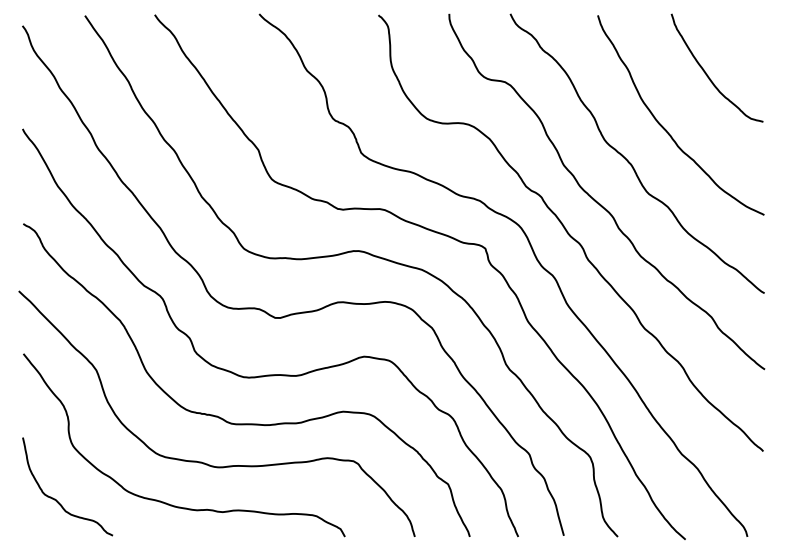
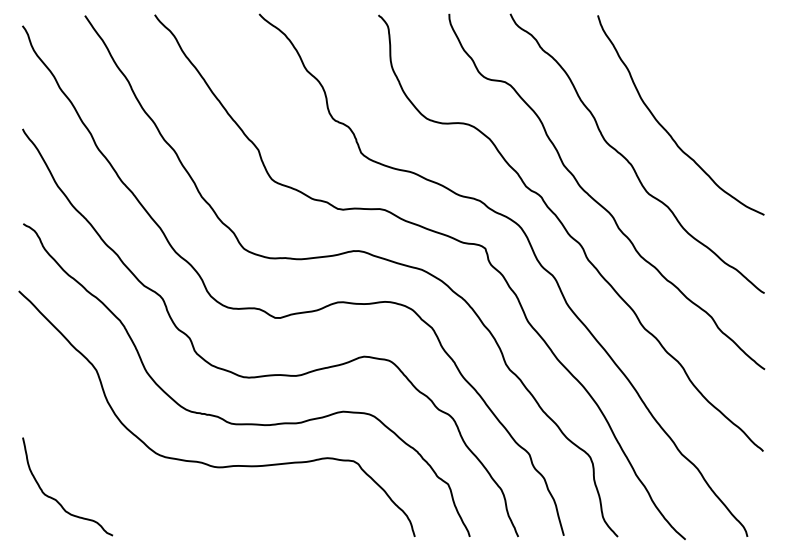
curve at (706, 72): present -> none
curve at (166, 502): present -> none
